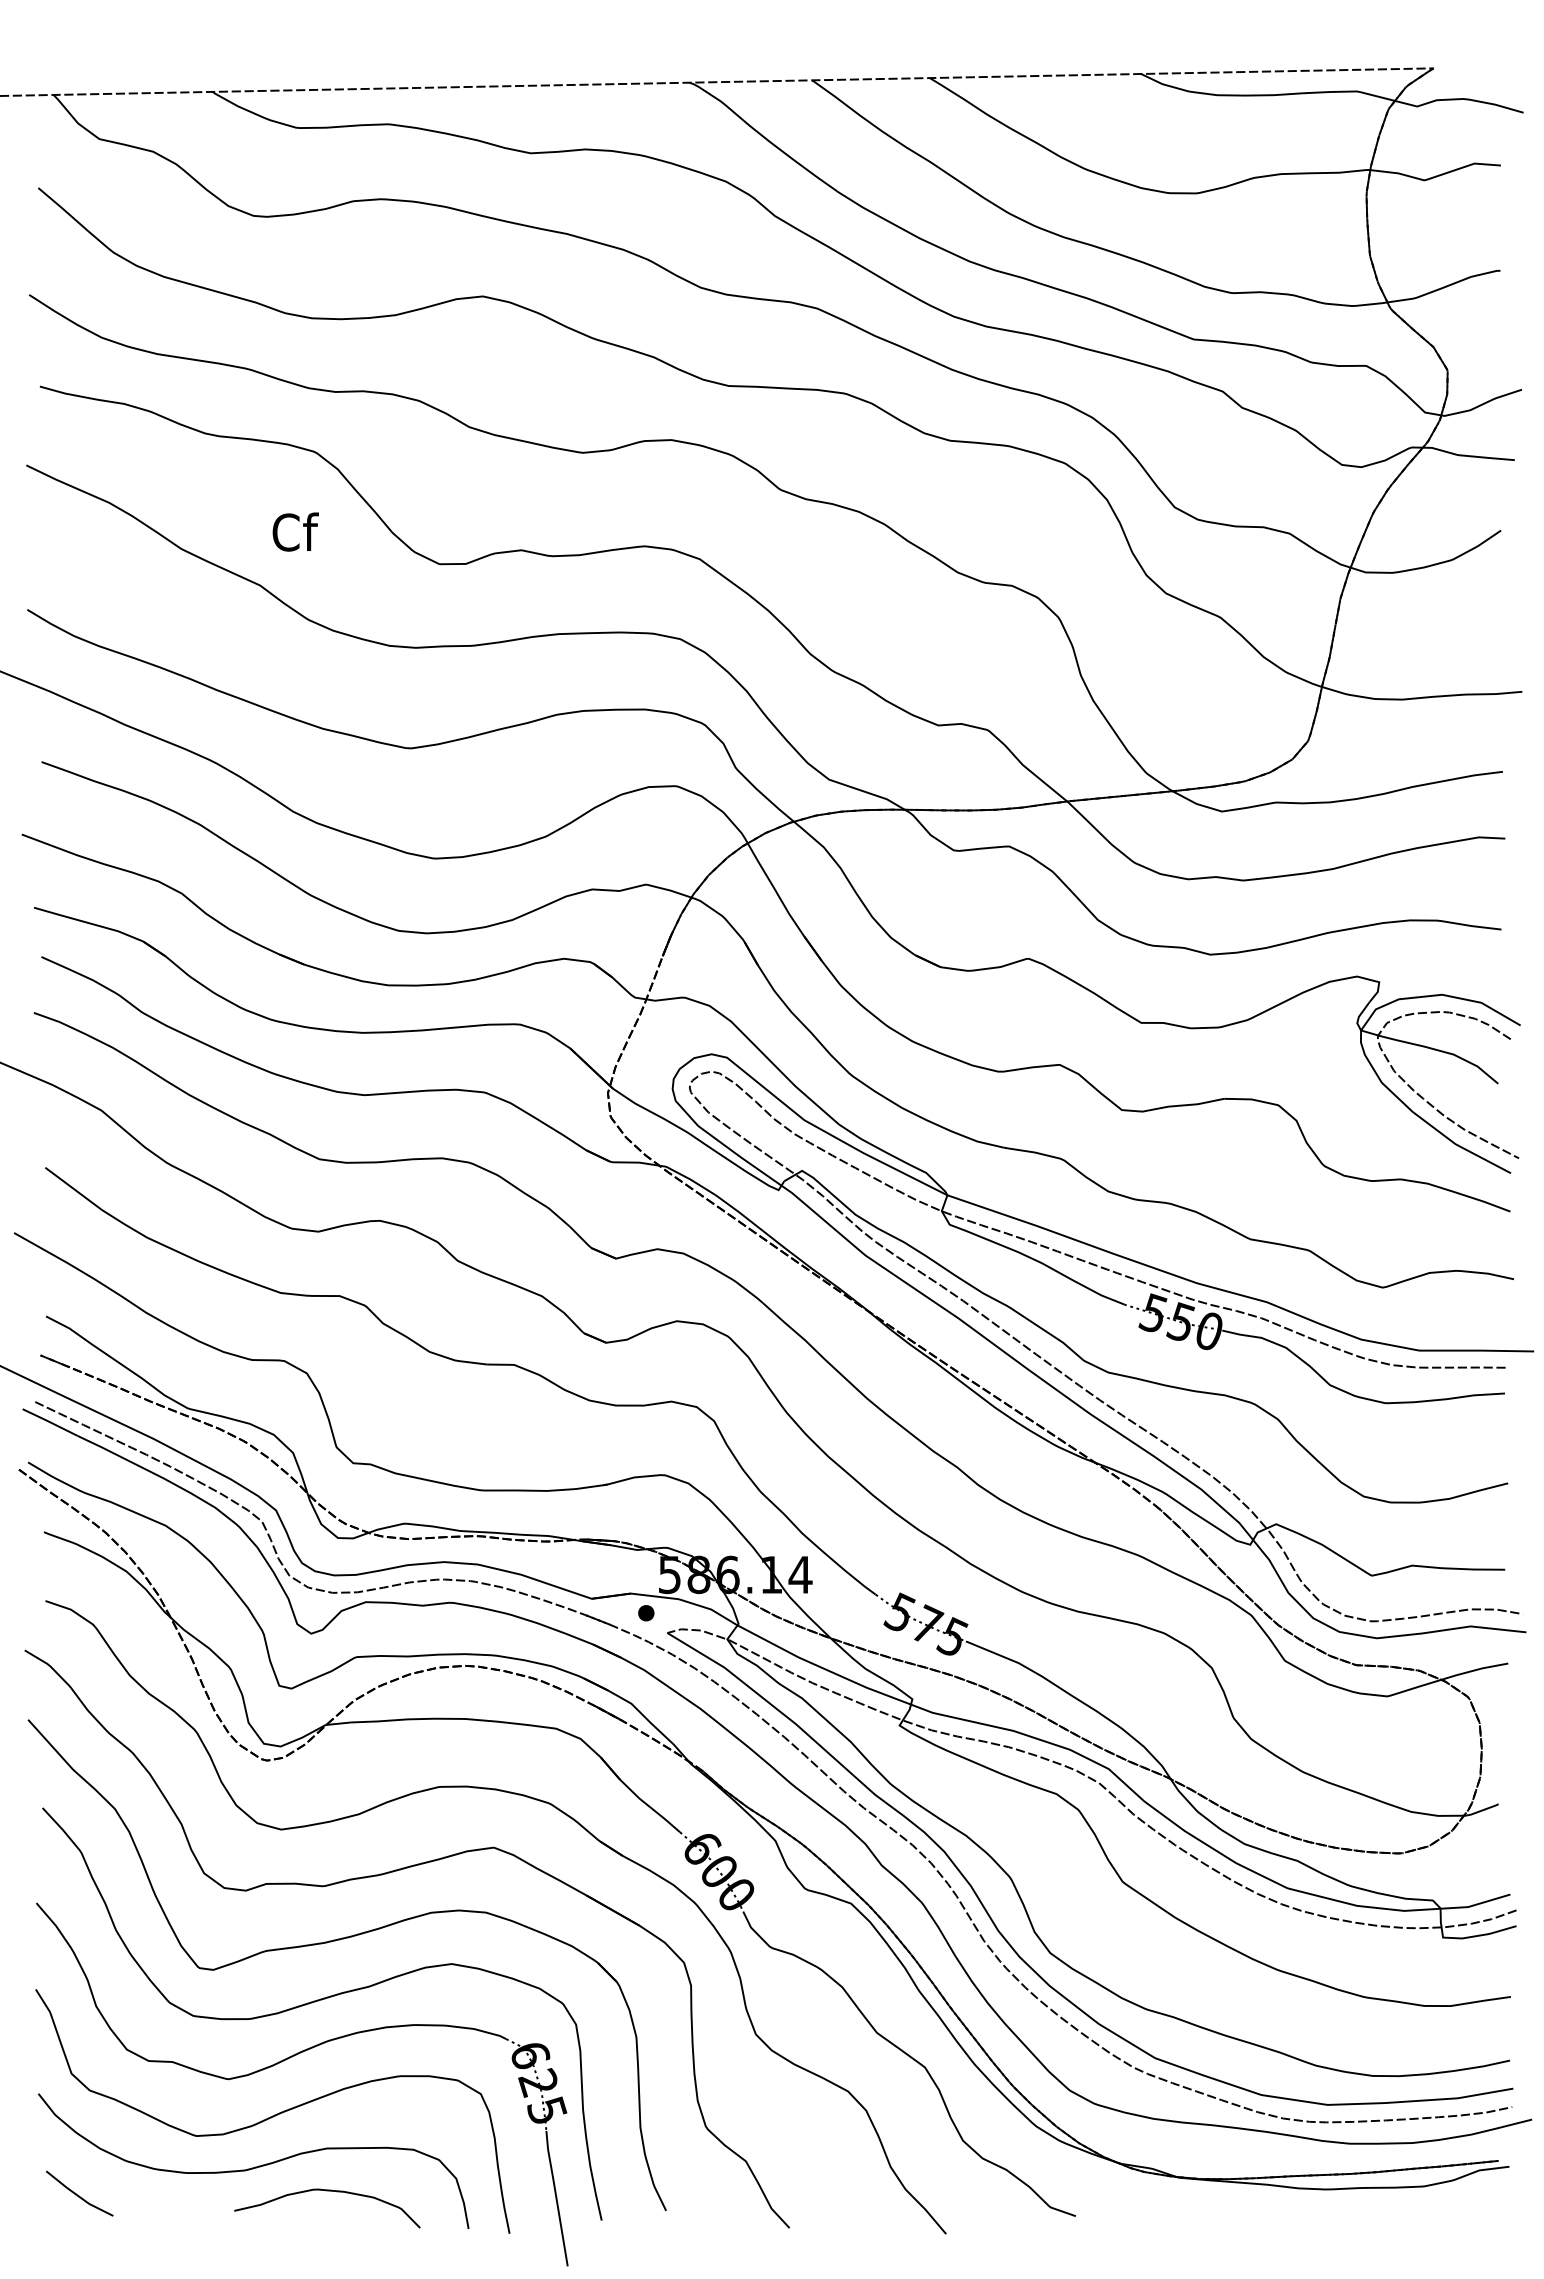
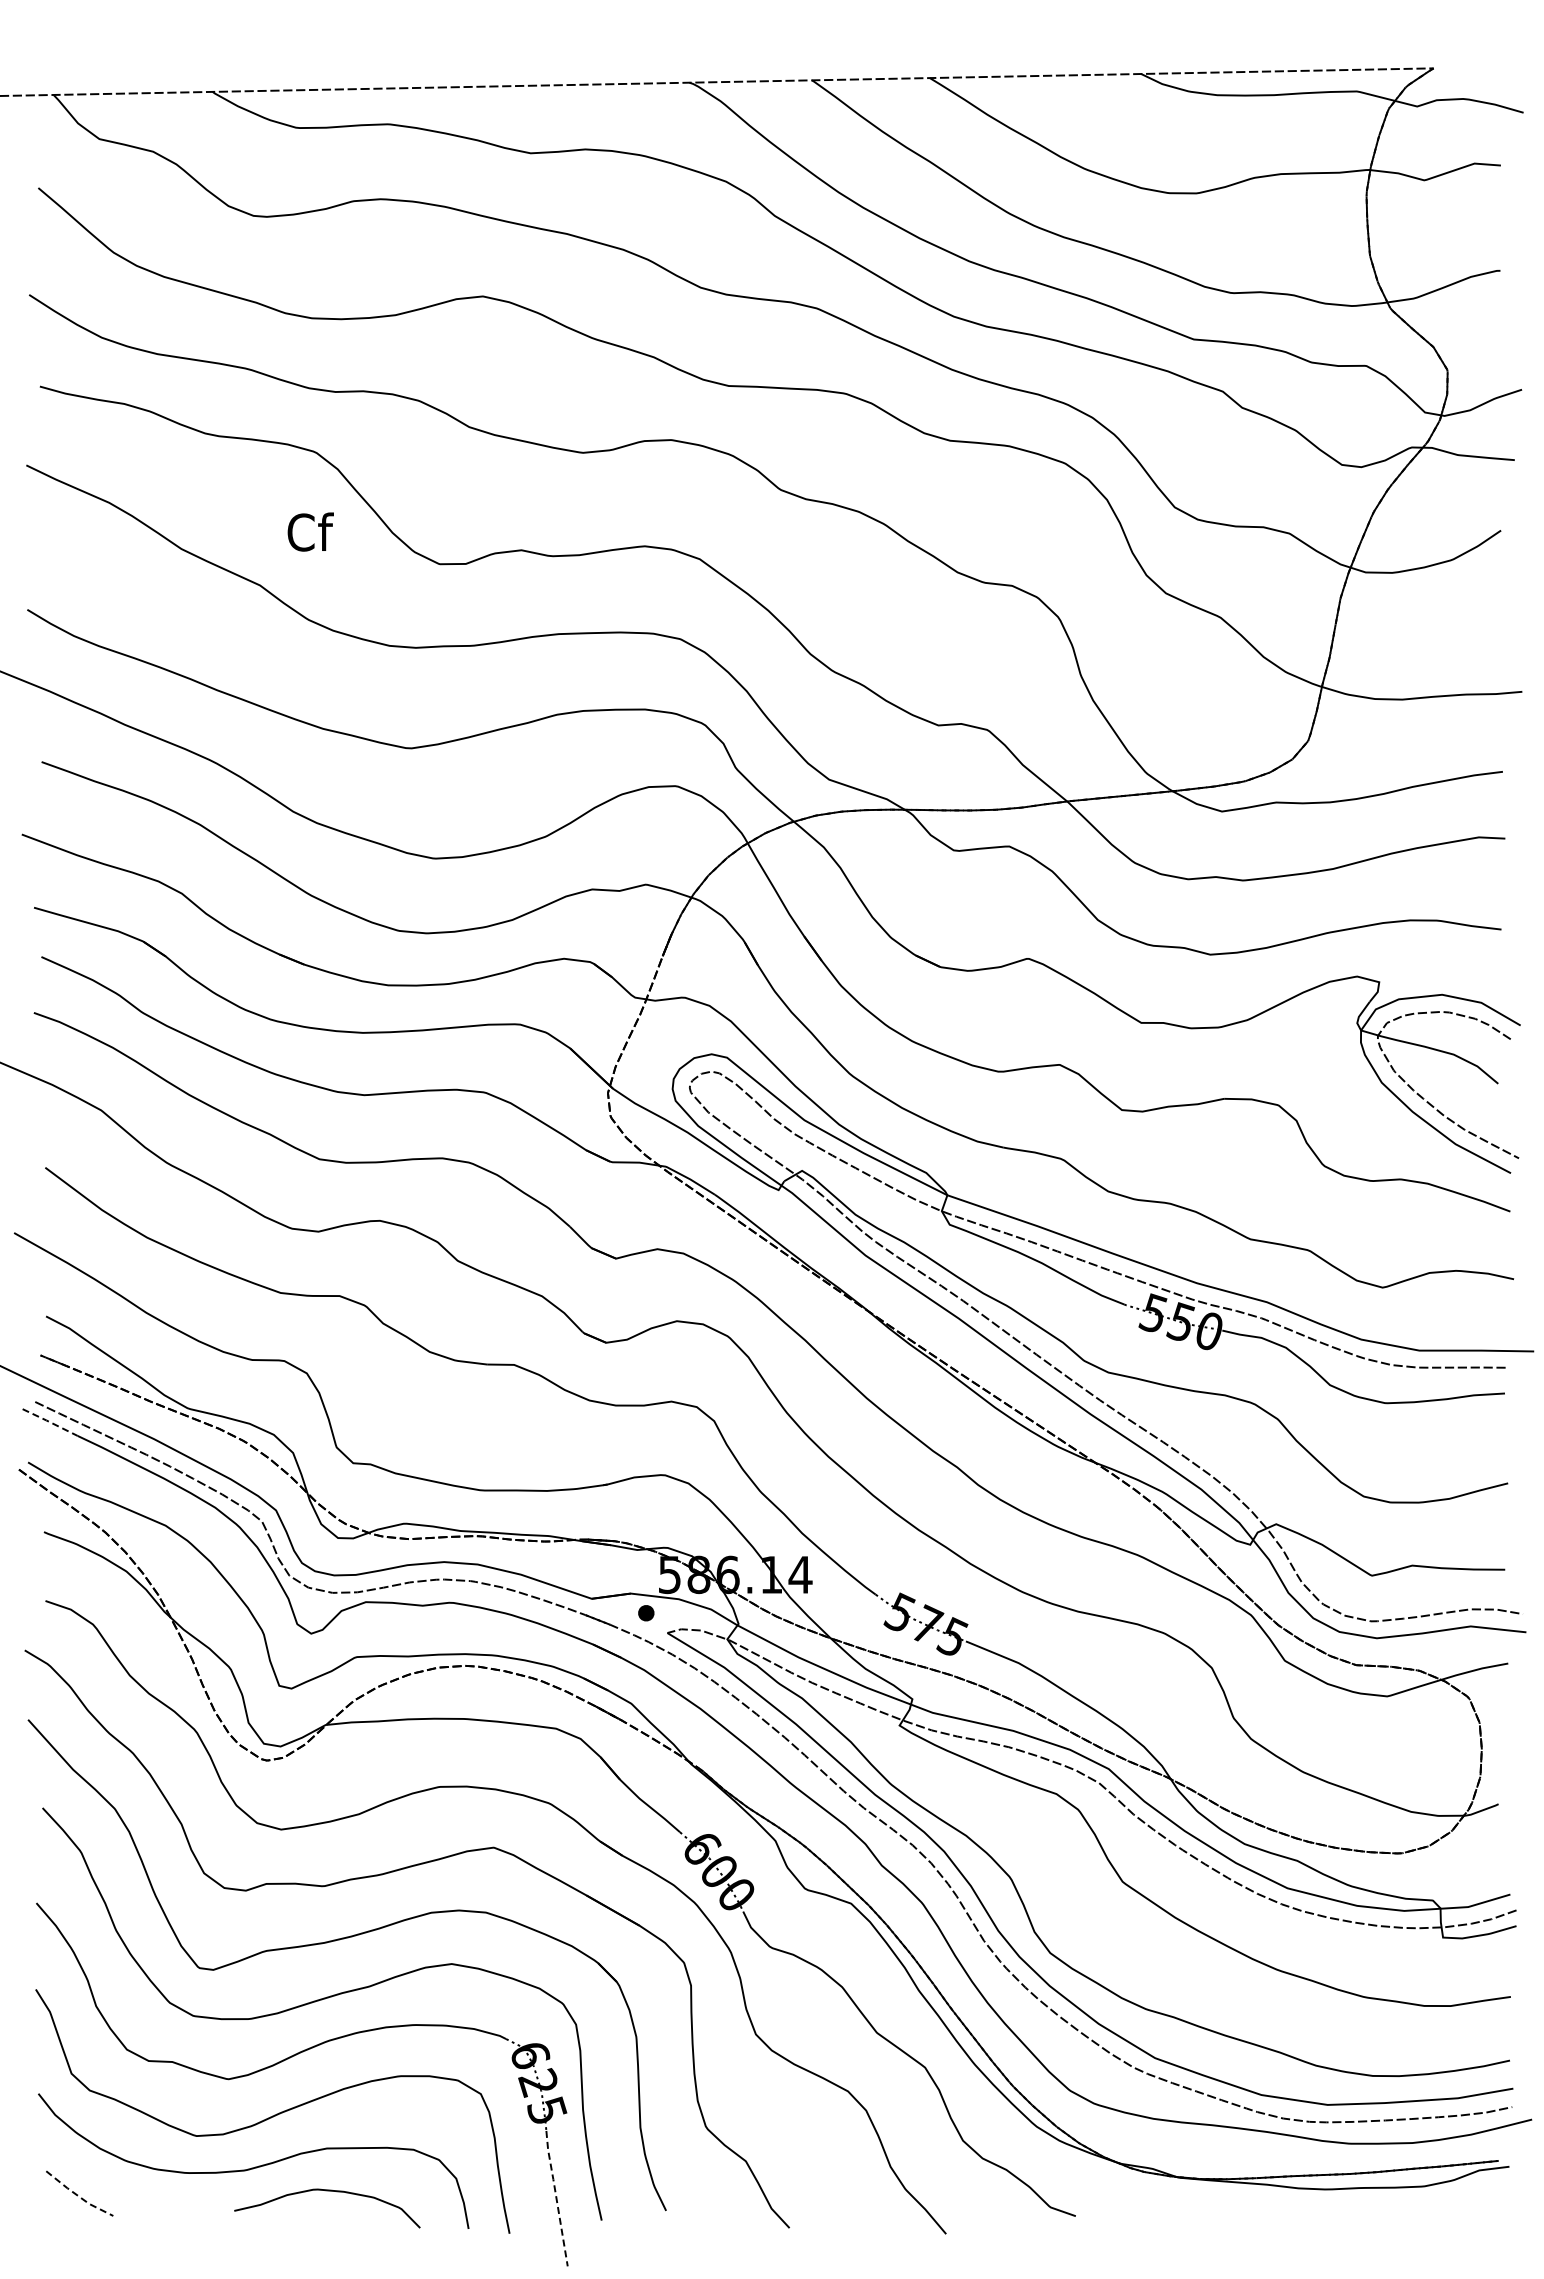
text at (295, 531) position: (295, 531) -> (310, 531)
line at (50, 1422): solid -> dashed
line at (77, 2195): solid -> dashed
line at (556, 2198): solid -> dashed
